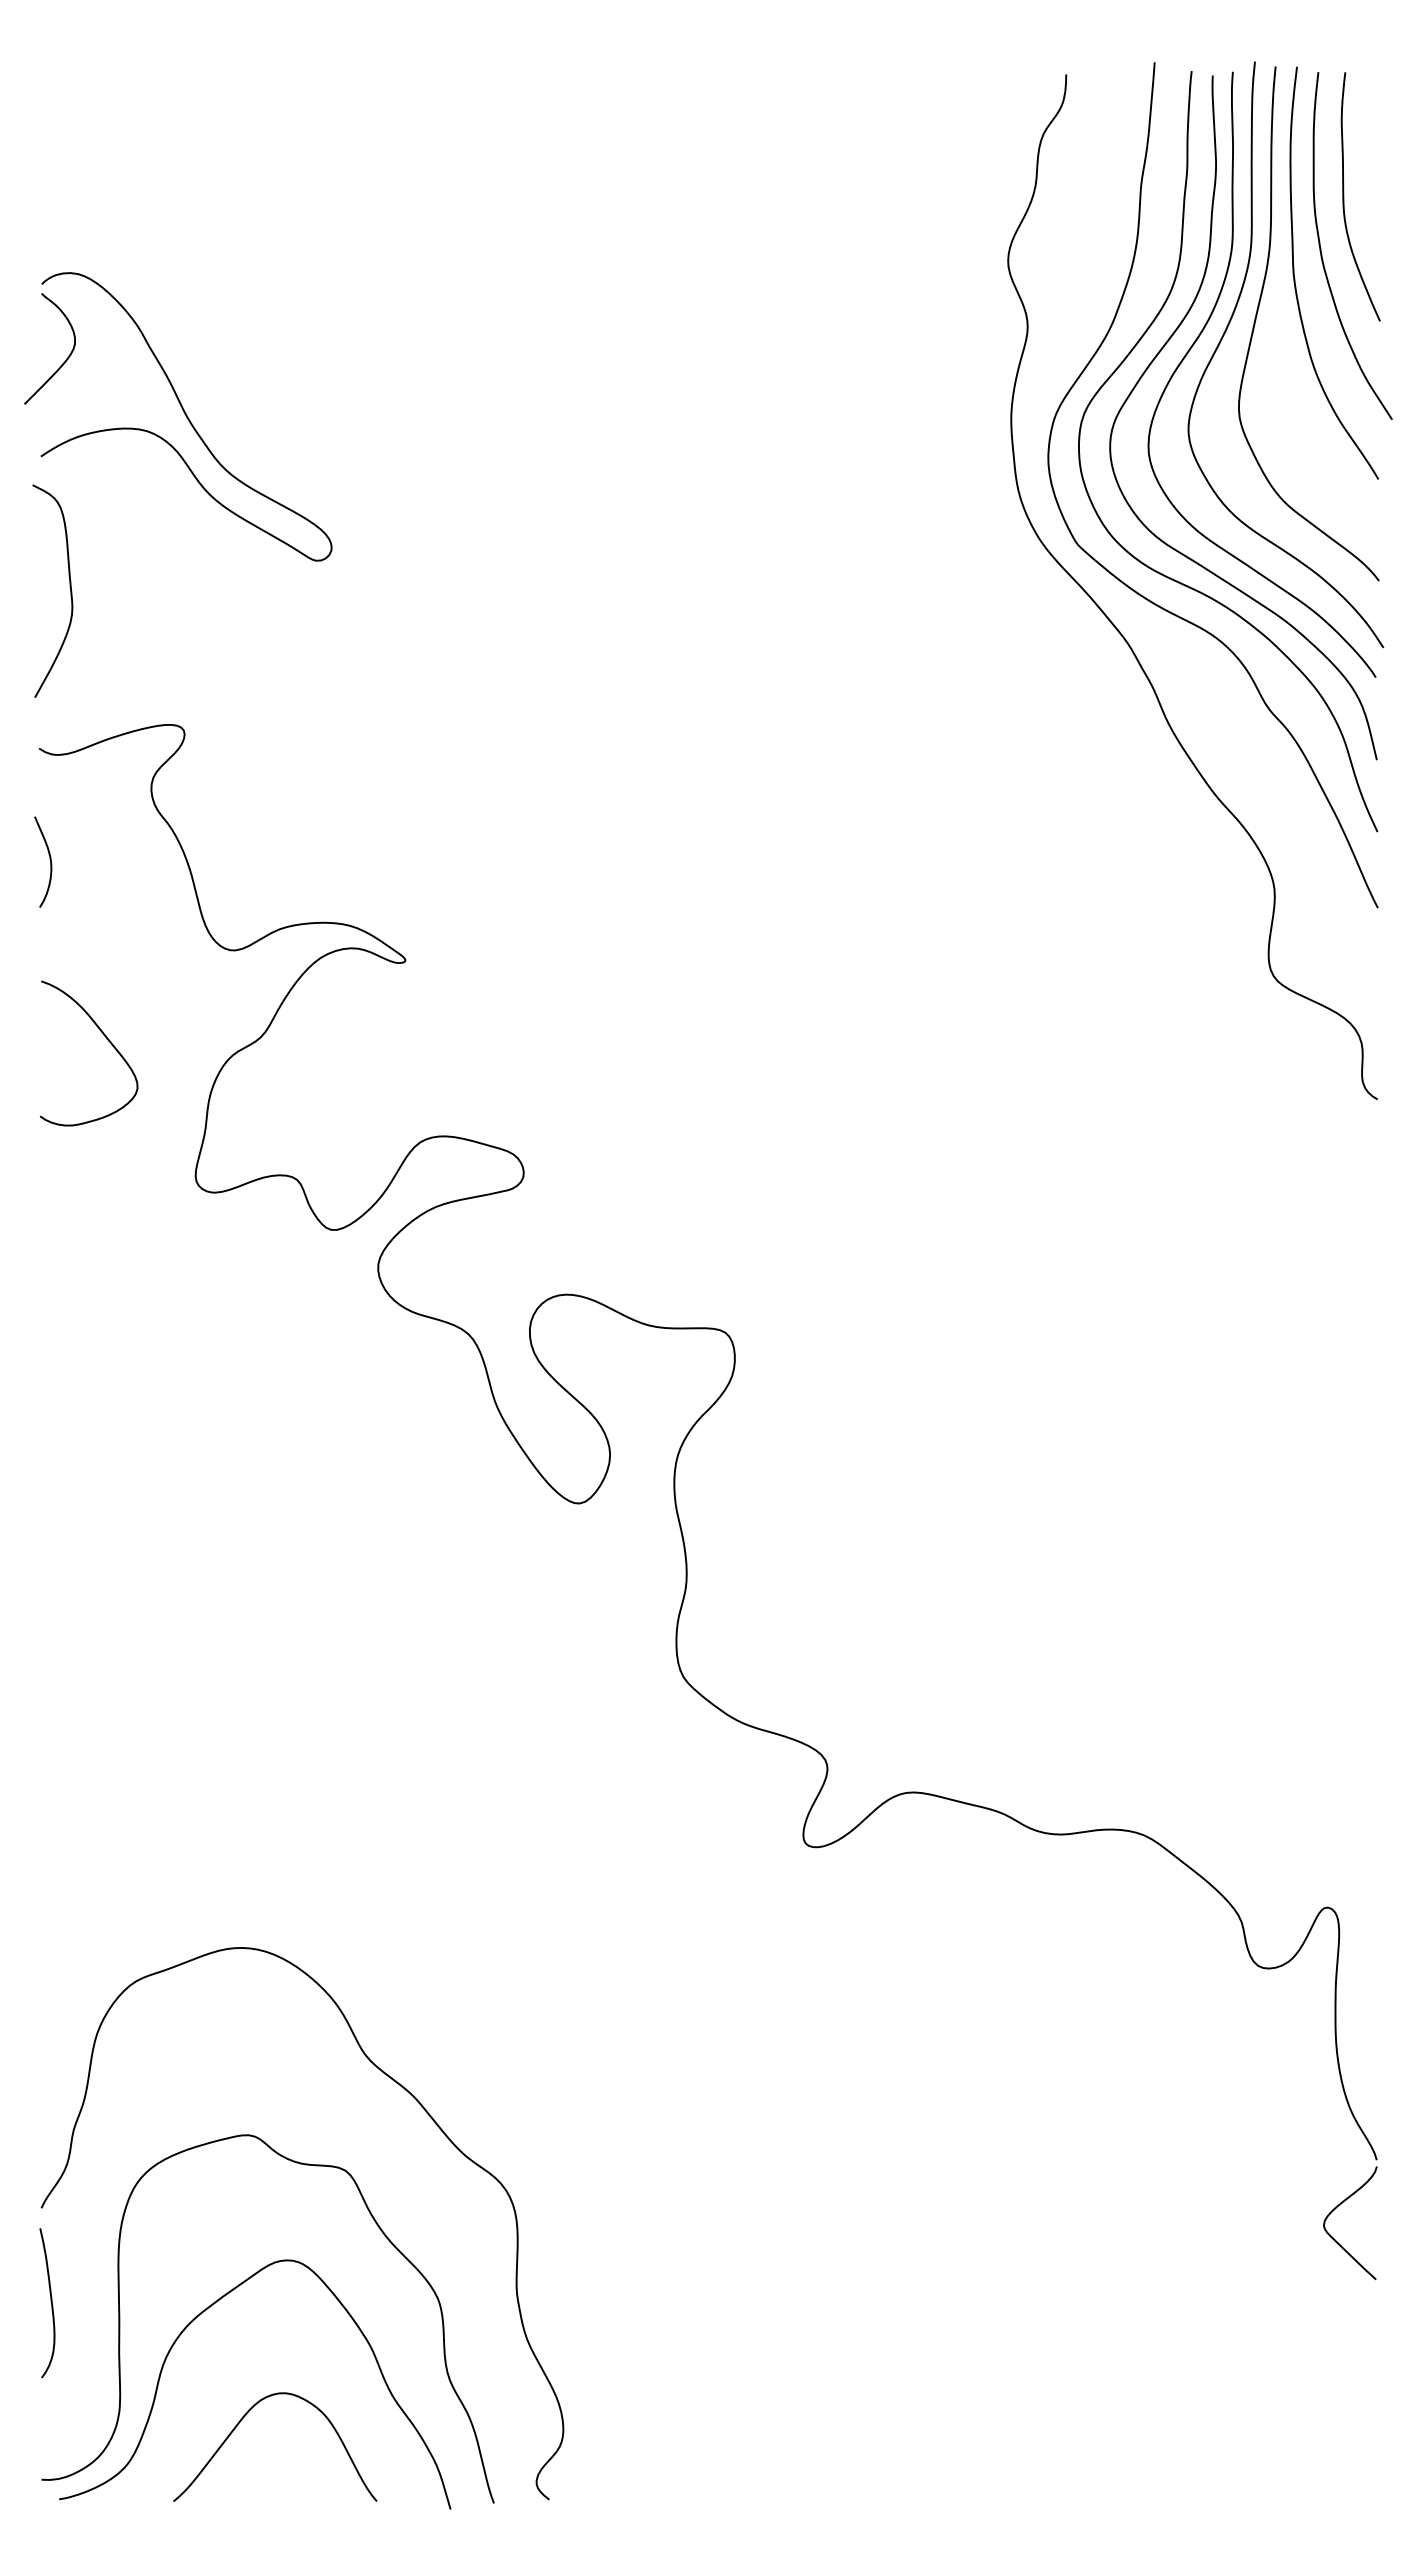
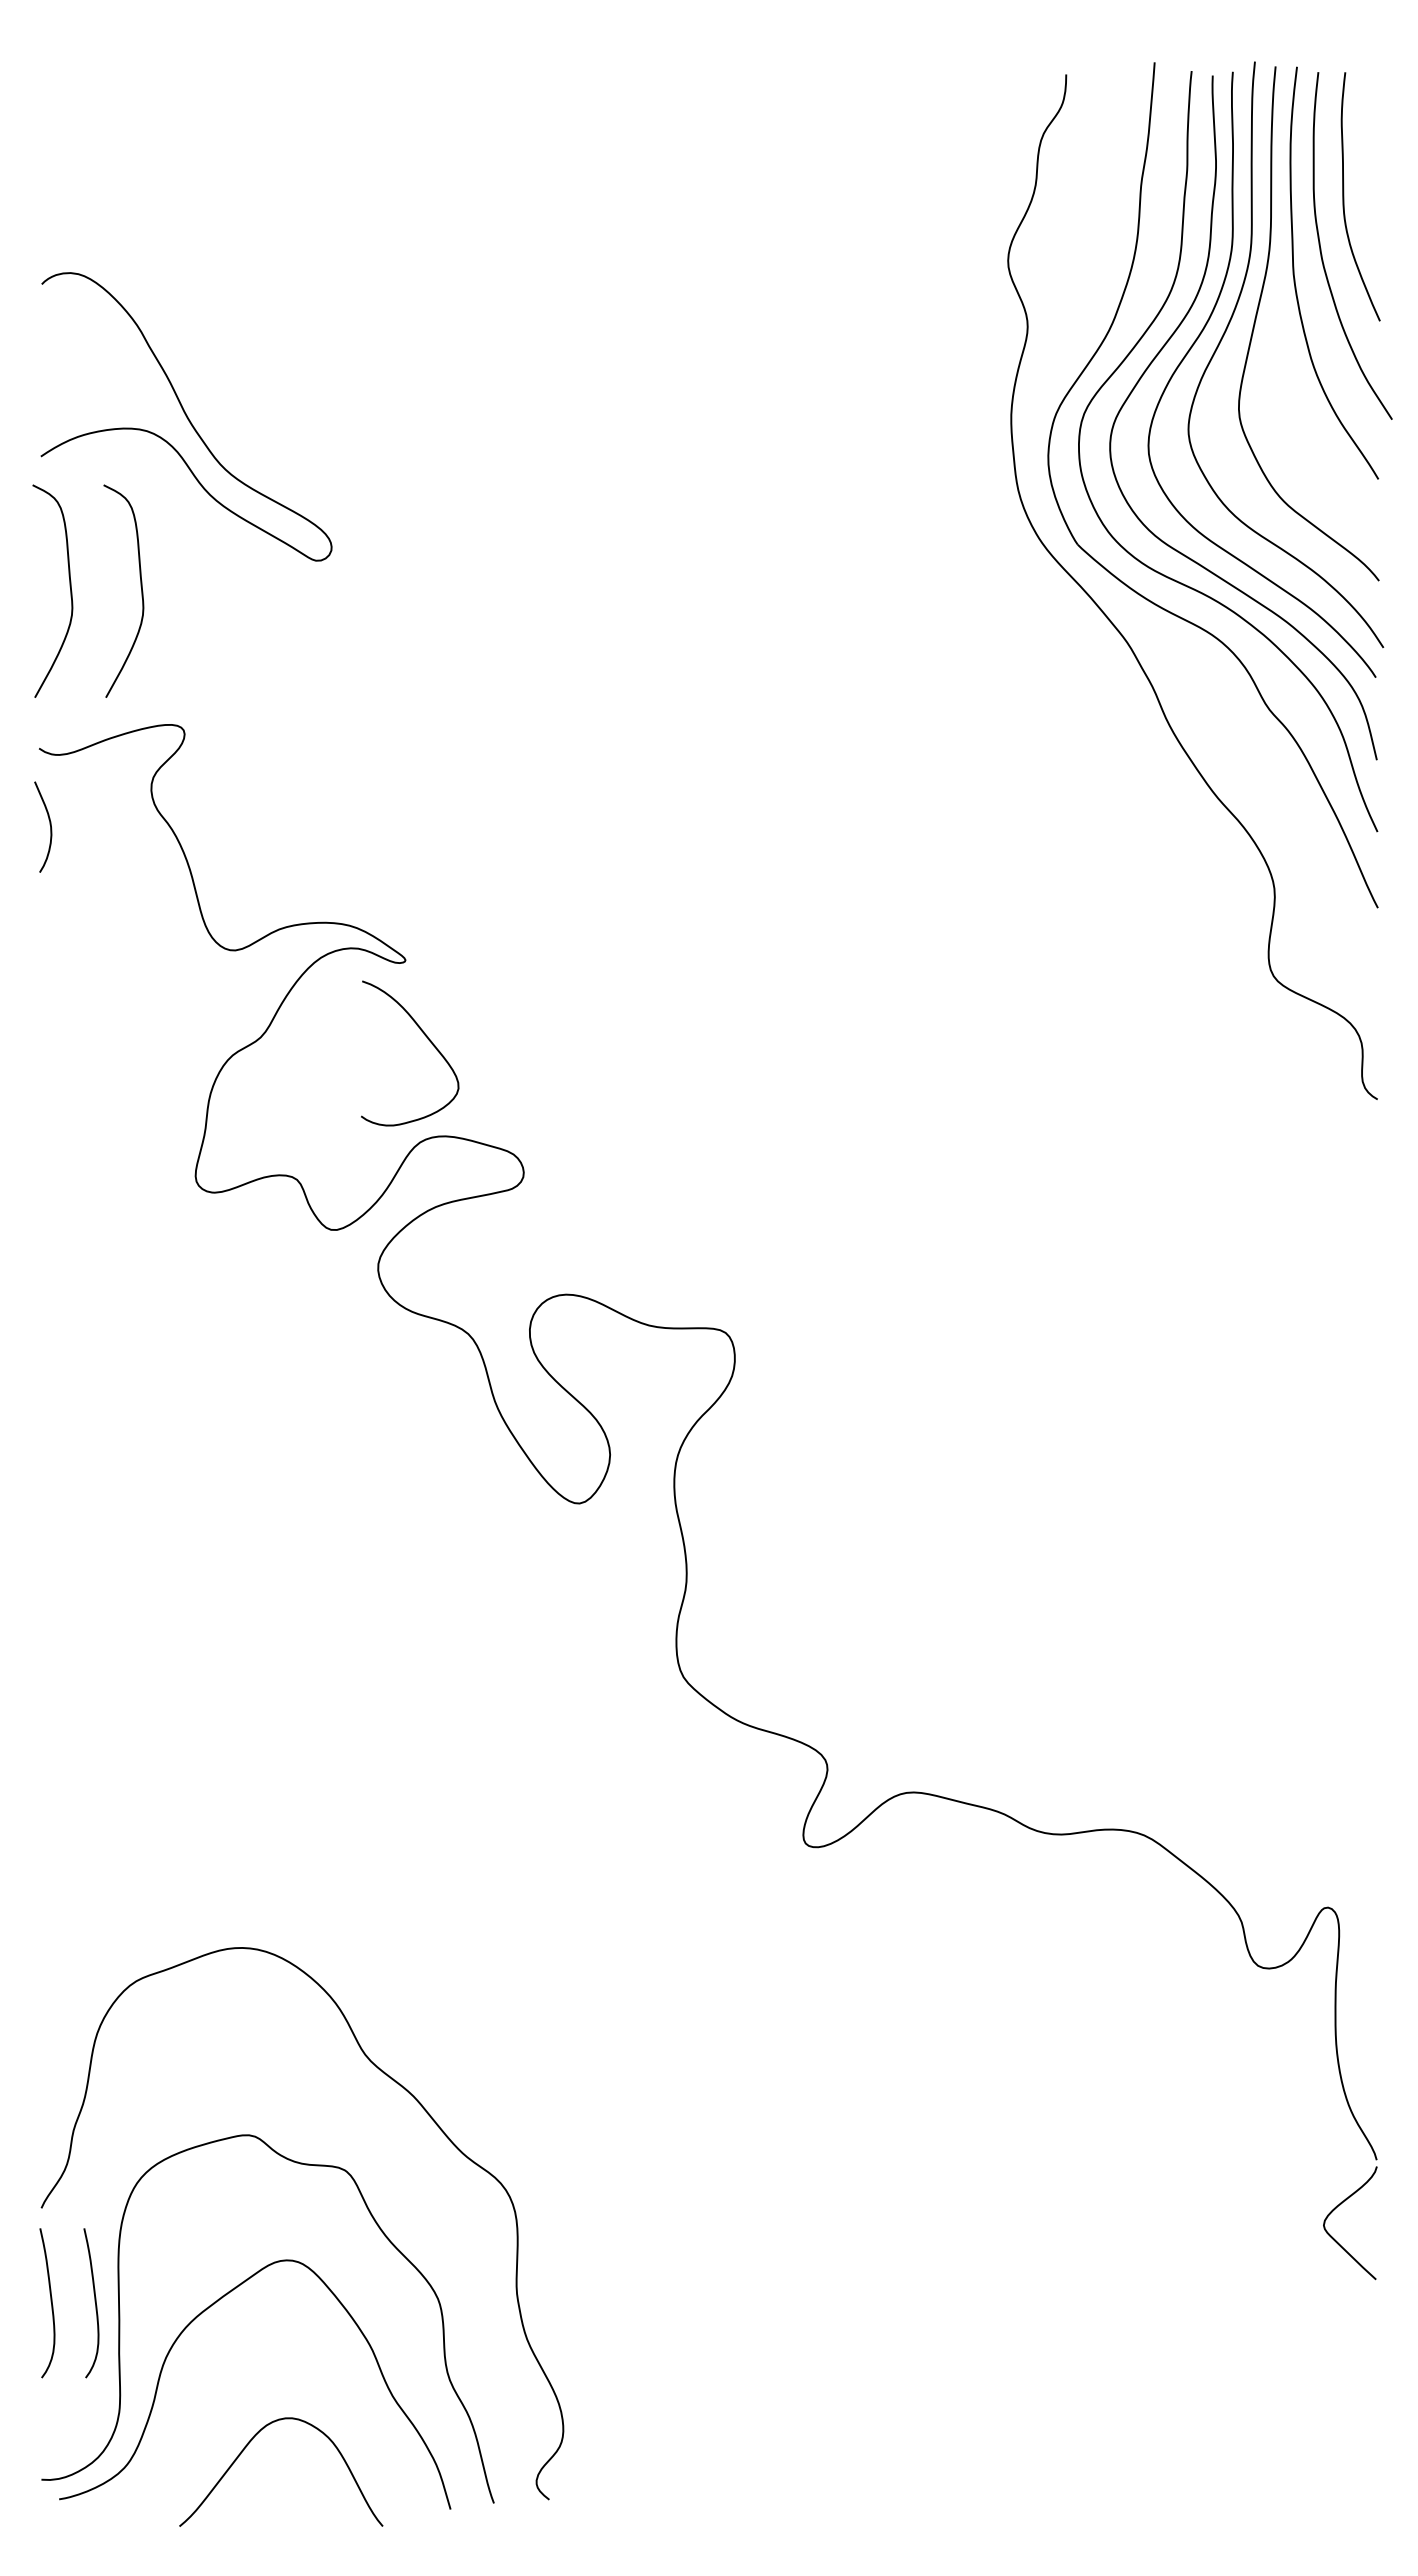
curve at (65, 359): present -> none
curve at (140, 586): none -> present
curve at (49, 859) position: (49, 859) -> (49, 824)
curve at (107, 1040) position: (107, 1040) -> (428, 1040)
curve at (94, 2302): none -> present
curve at (241, 2421) position: (241, 2421) -> (247, 2446)
